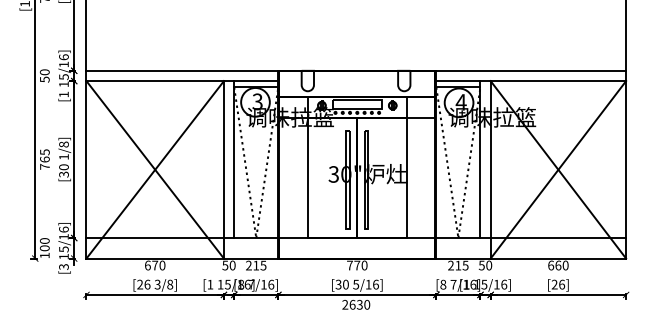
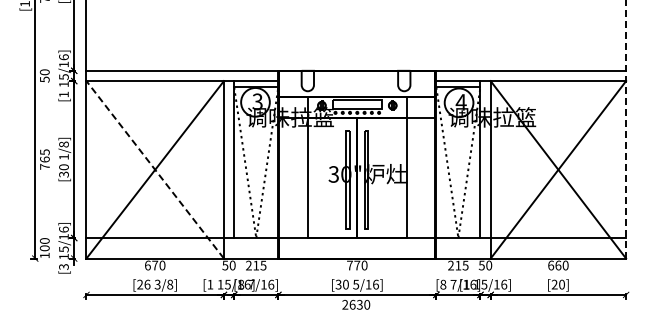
line at (626, 129): solid -> dashed
line at (154, 169): solid -> dashed
text at (562, 284): [26] -> [20]
